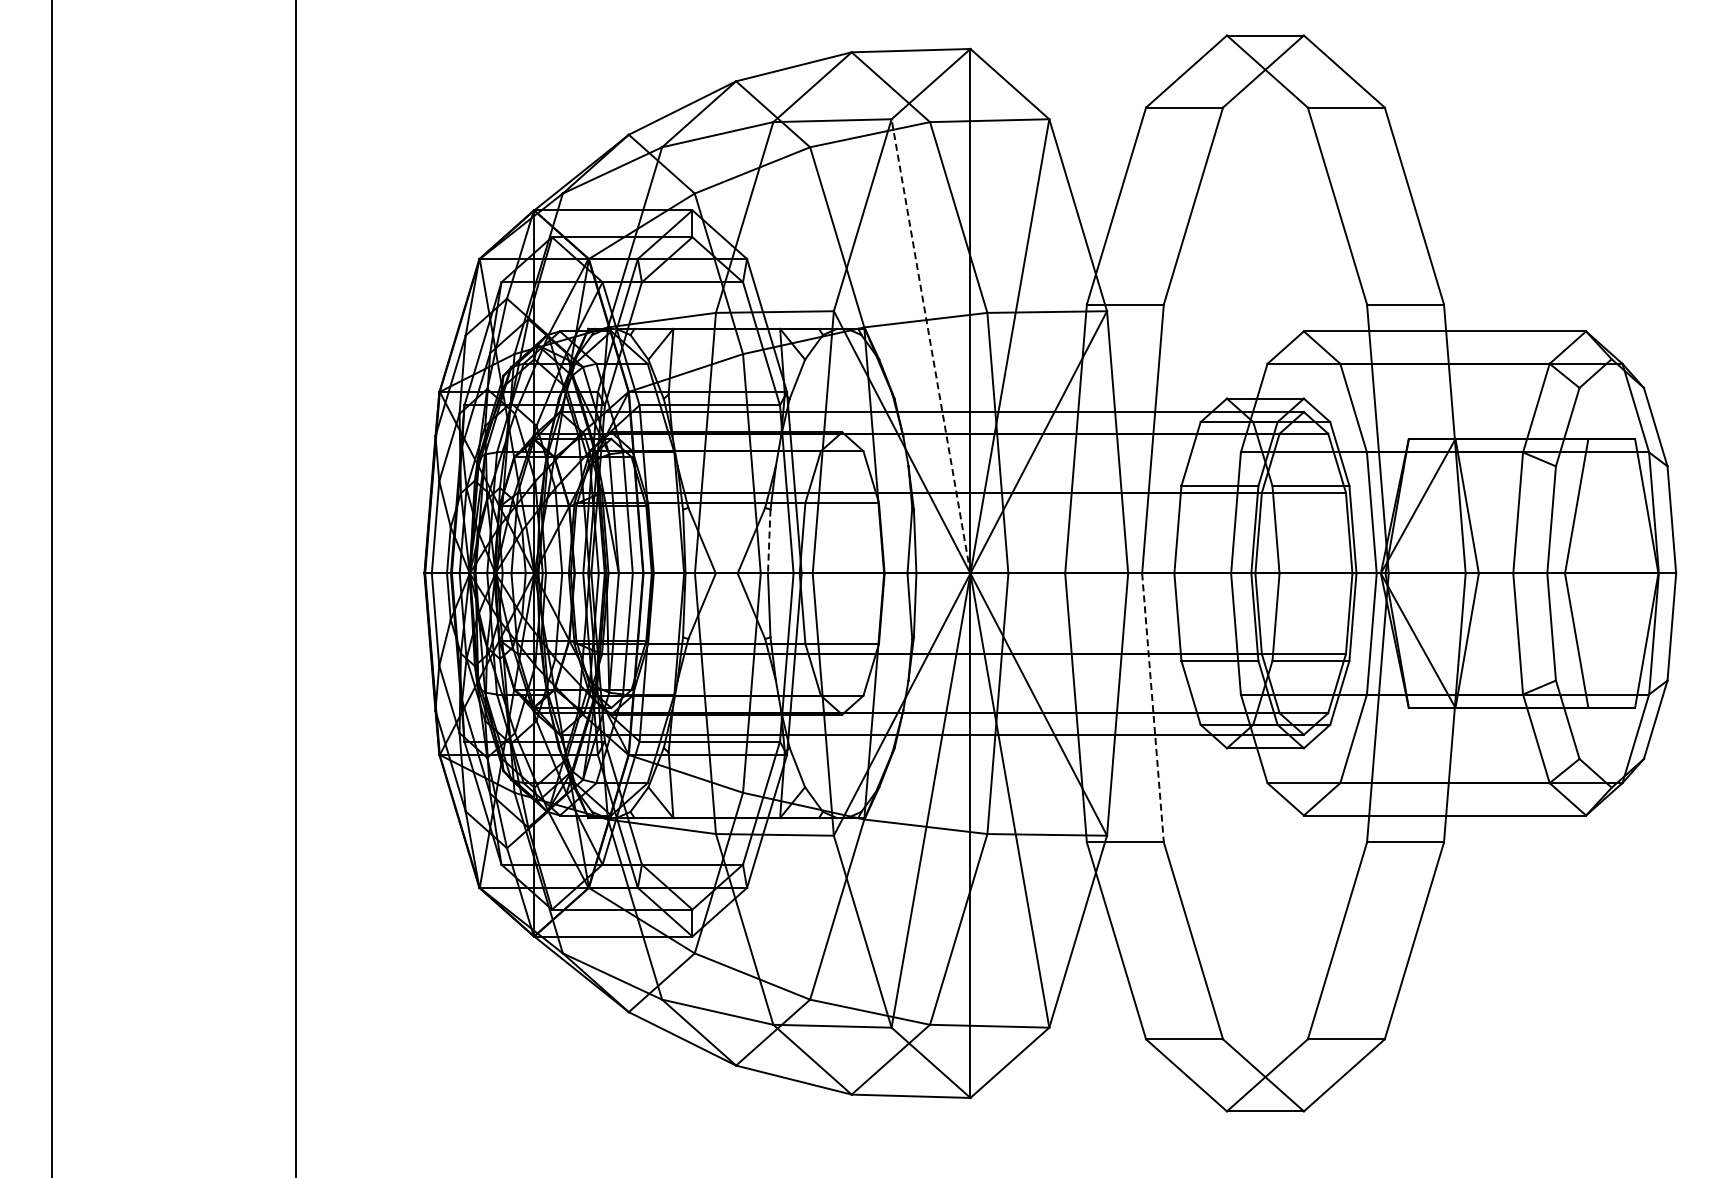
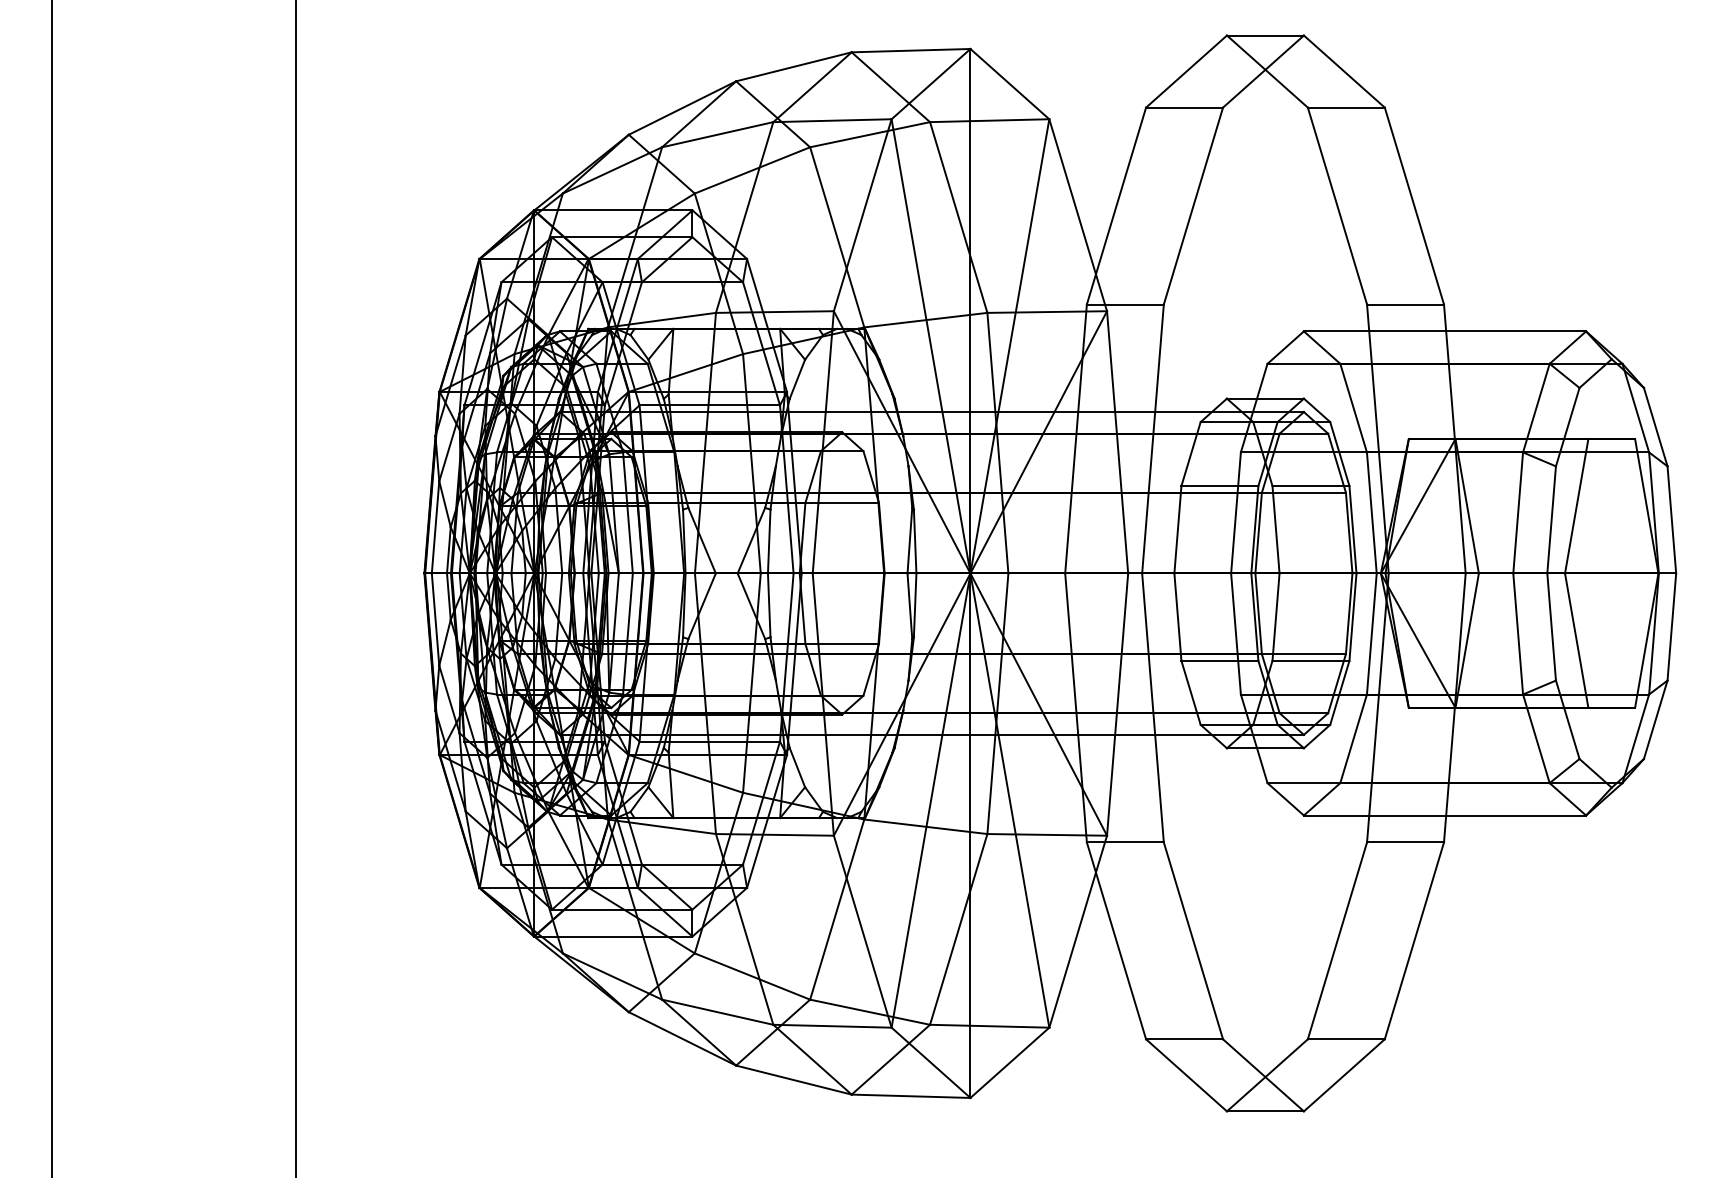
line at (931, 346): dashed -> solid
line at (769, 541): dashed -> solid
line at (1153, 707): dashed -> solid
